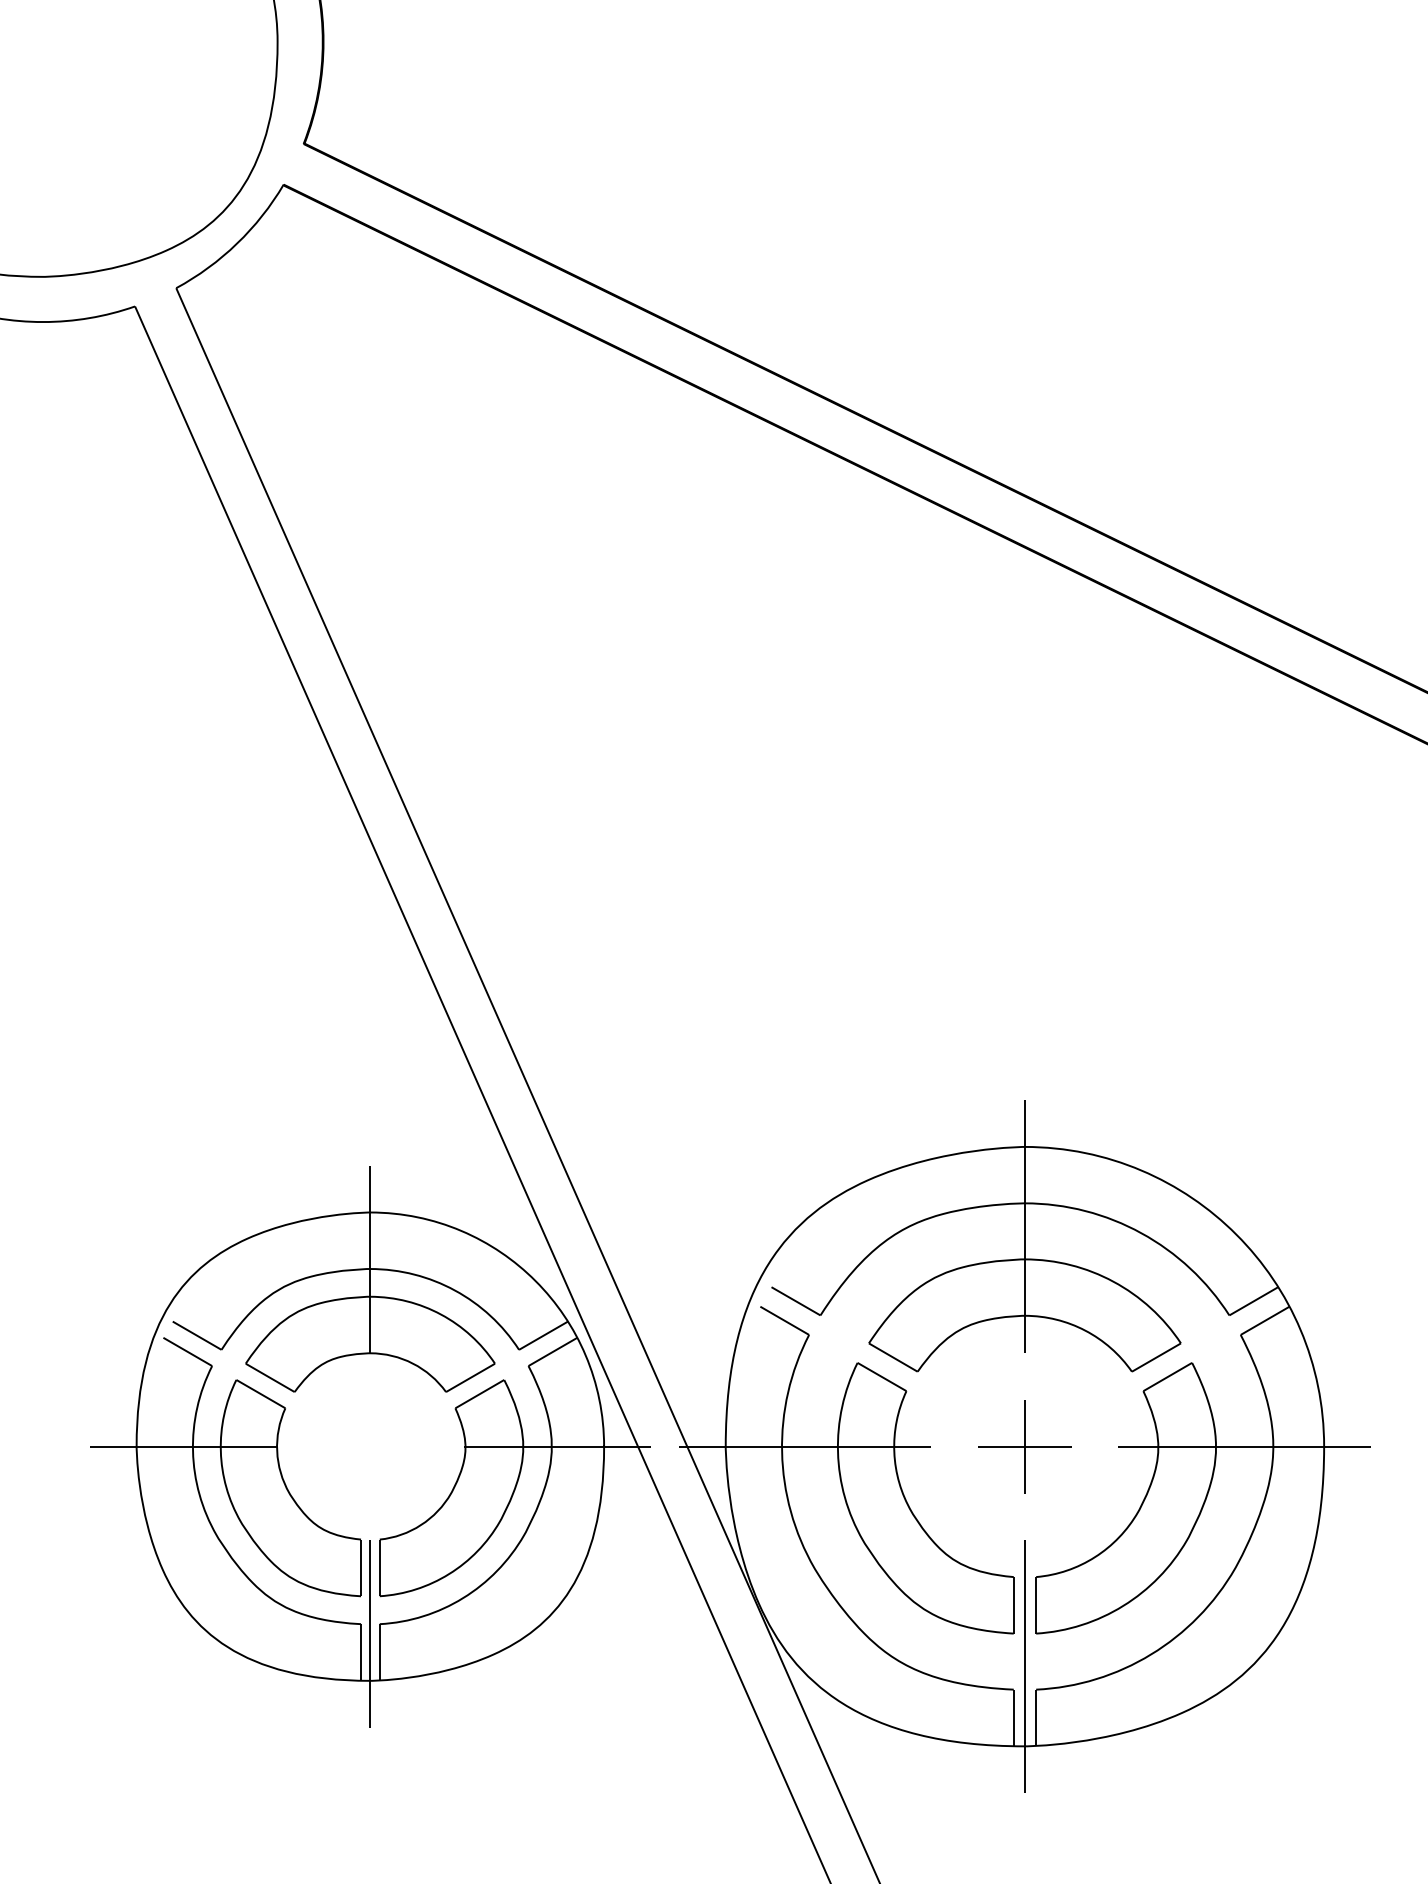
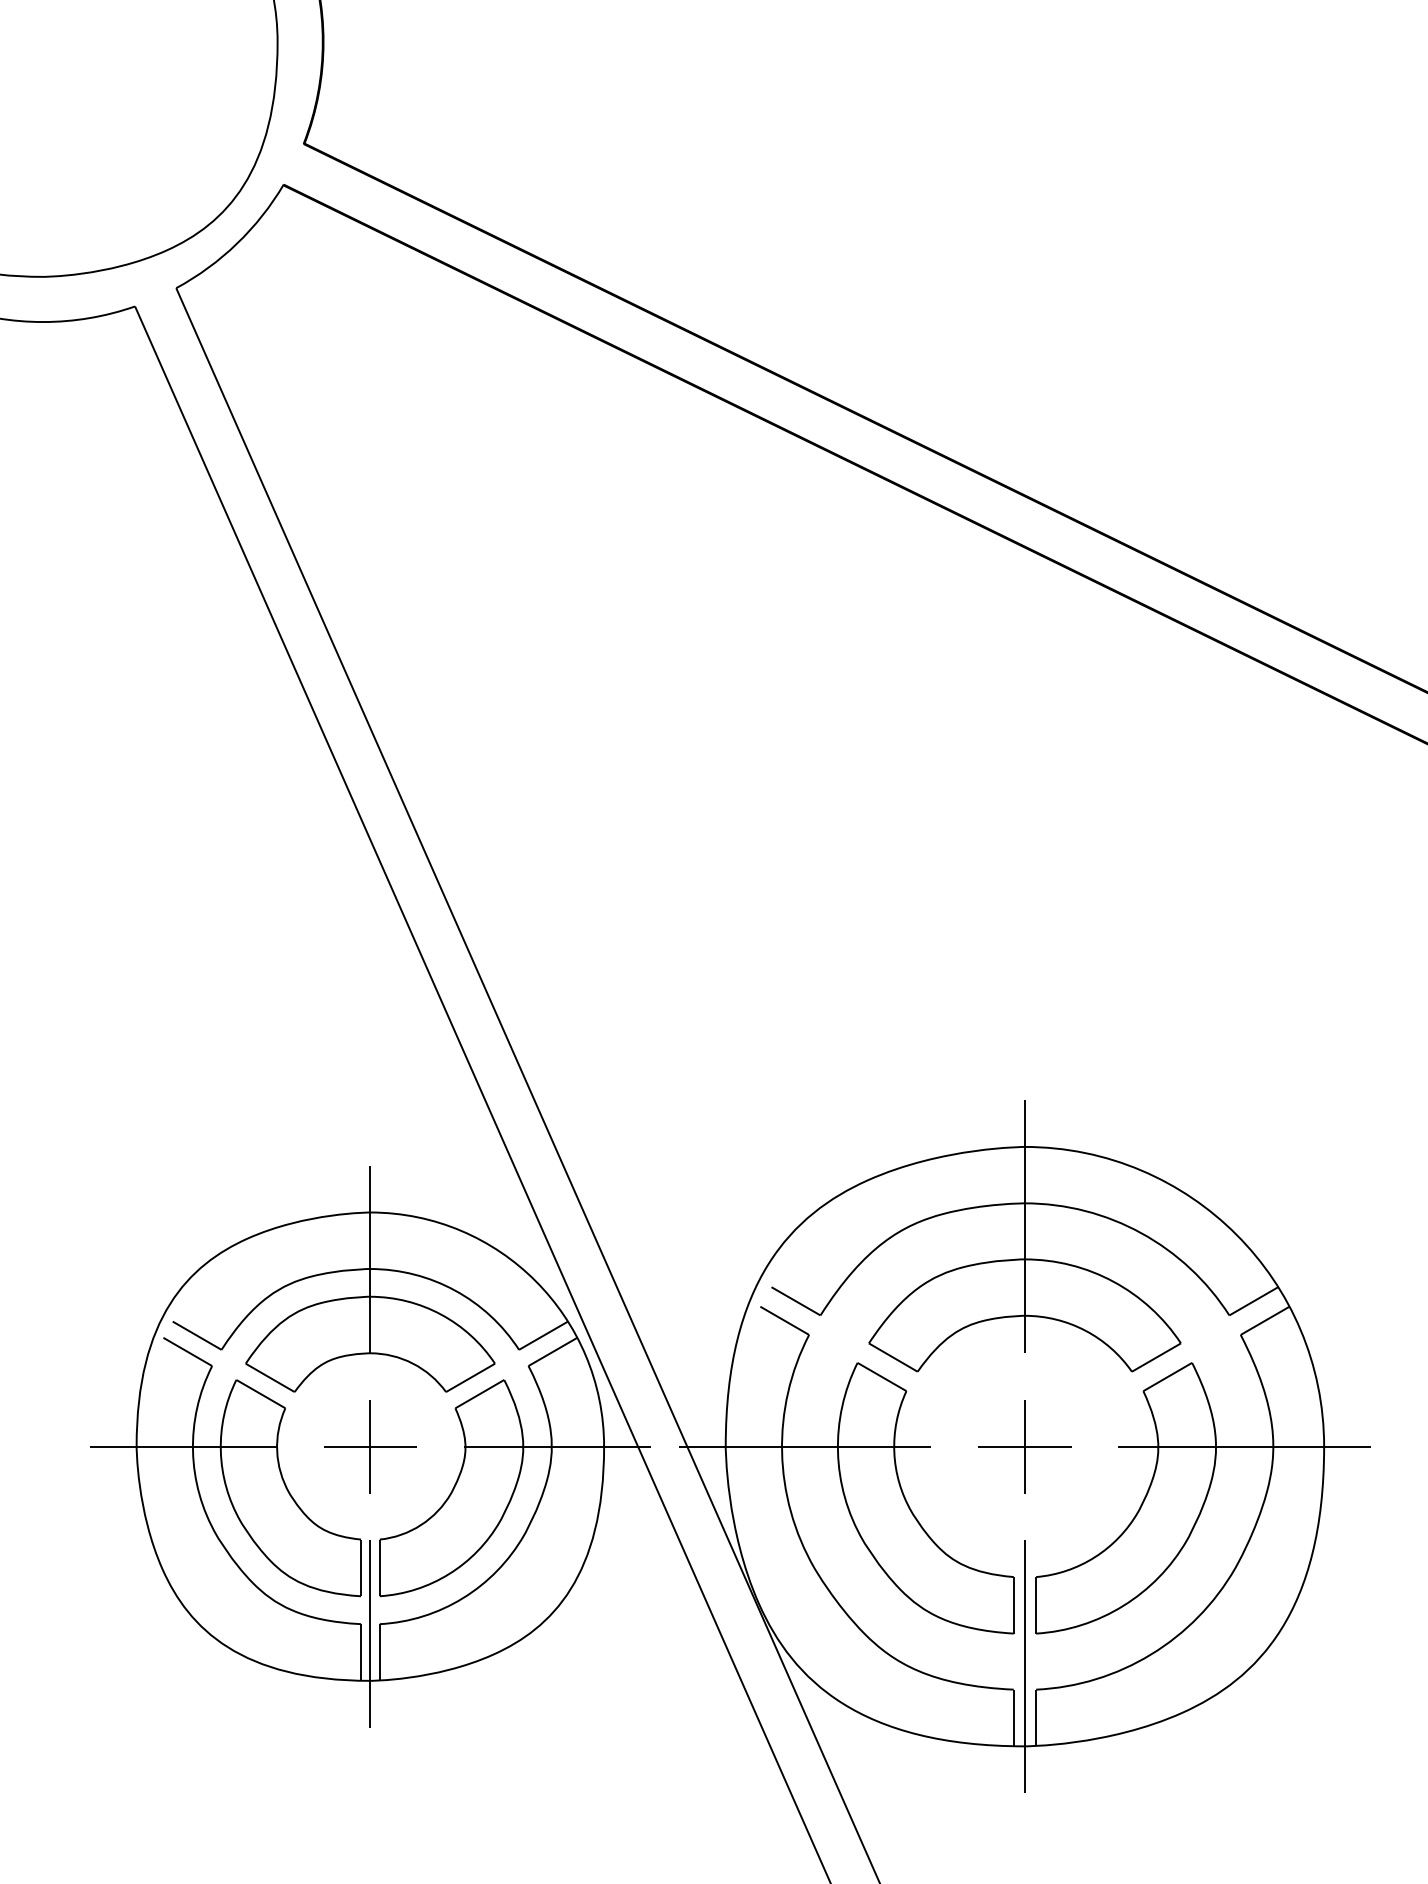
part at (370, 1446): none -> present
